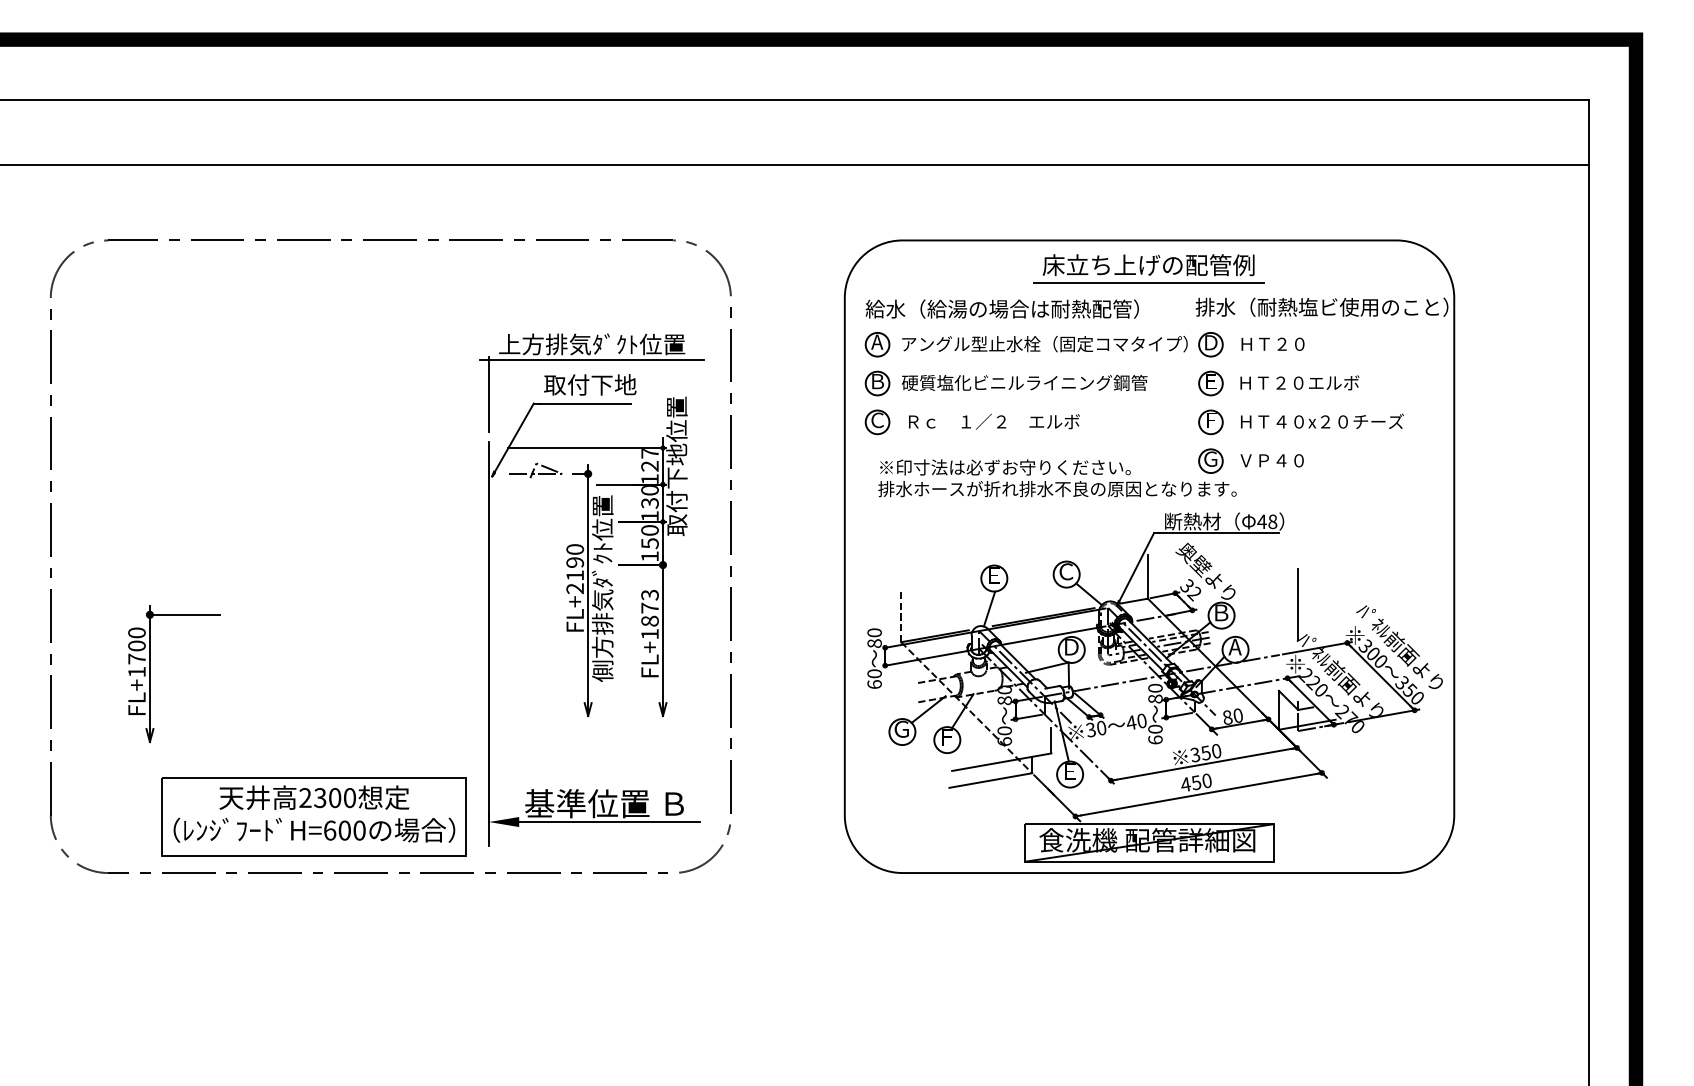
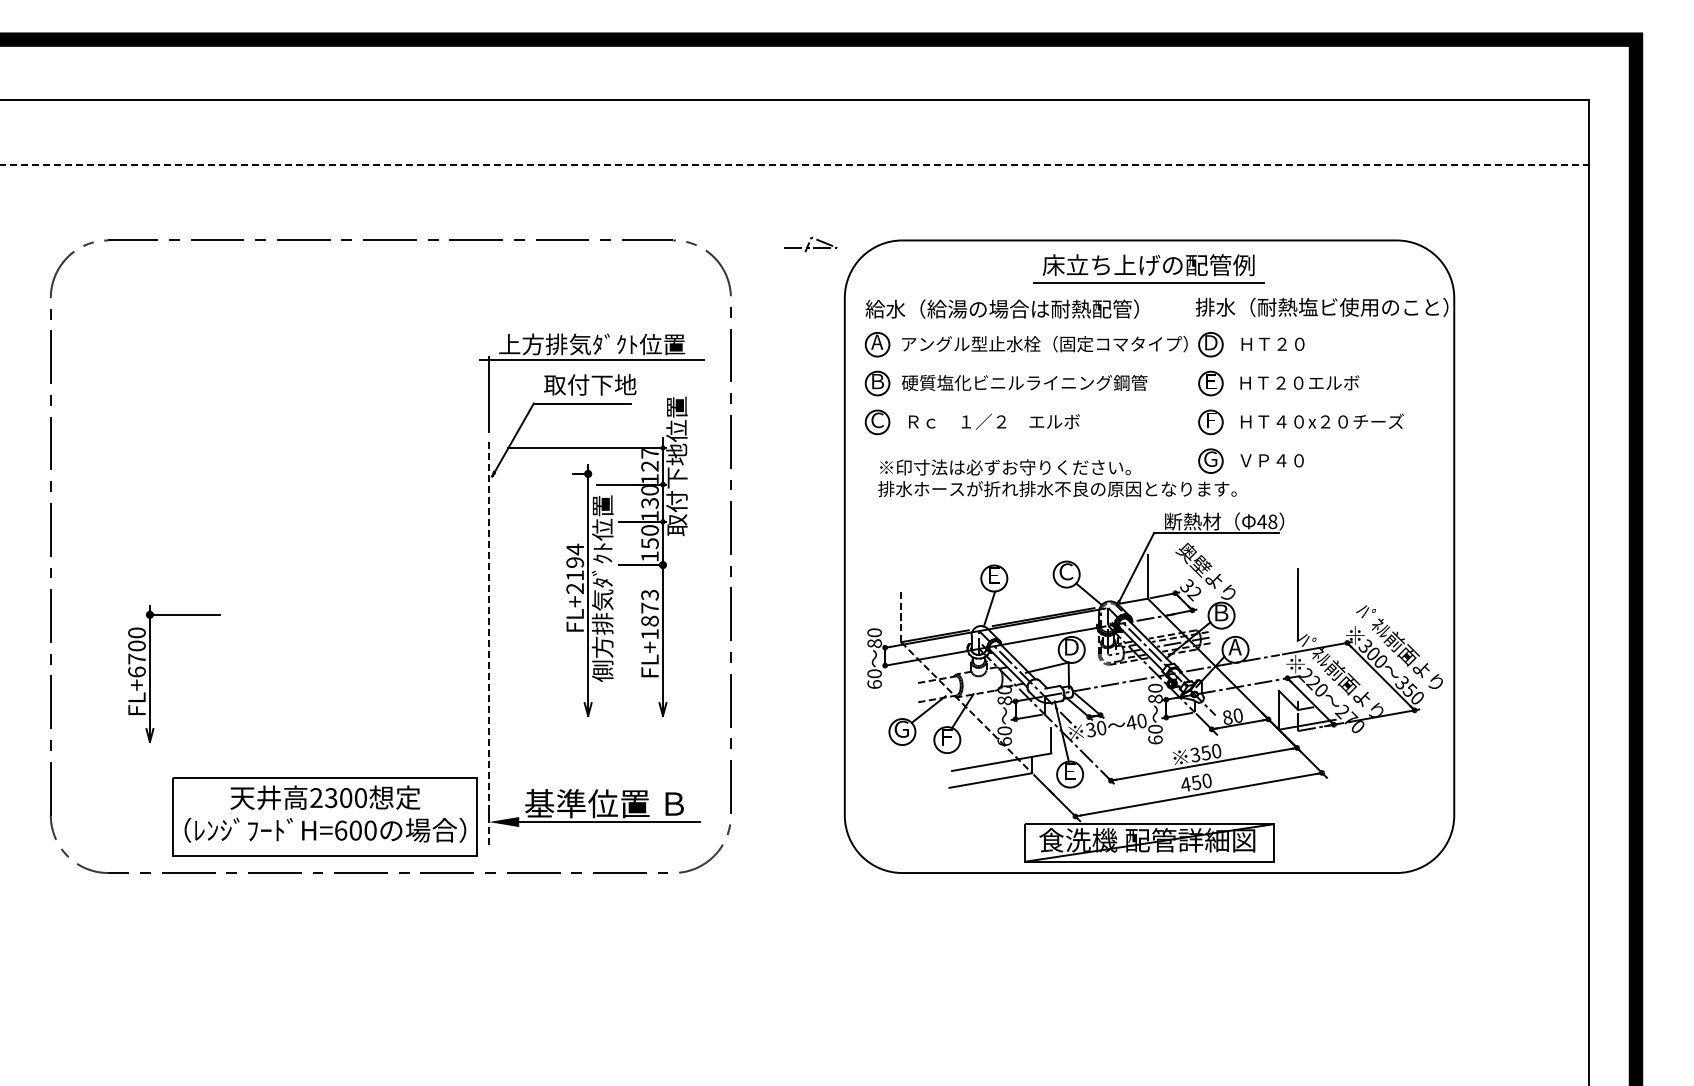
line at (795, 165): solid -> dashed
line at (534, 470) position: (534, 470) -> (809, 244)
text at (575, 549): FL+2190 -> FL+2194
line at (489, 644): solid -> dashed
text at (136, 671): FL+1700 -> FL+6700
part at (313, 816) position: (313, 816) -> (324, 816)
